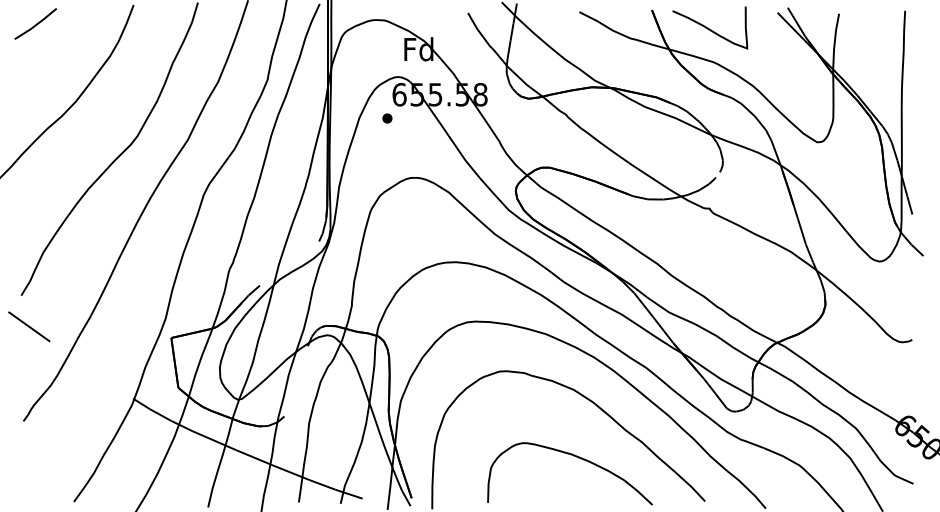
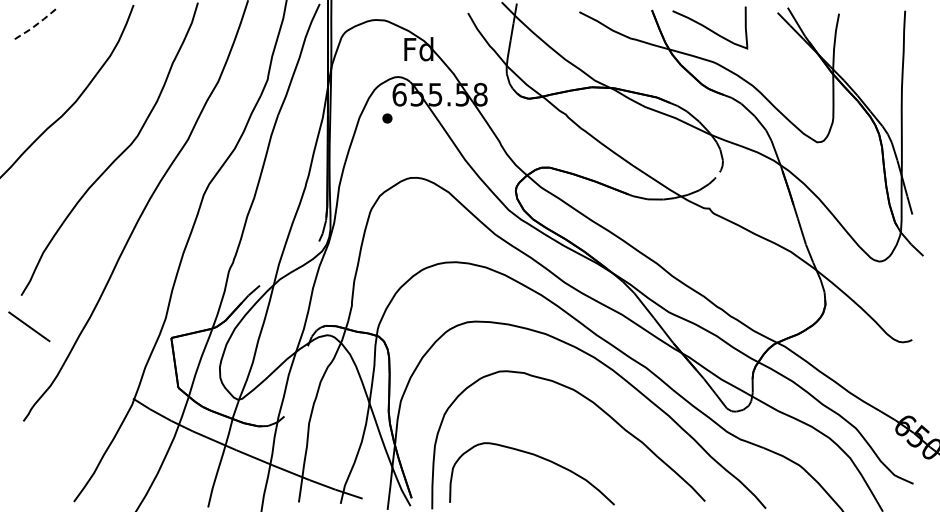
line at (36, 24): solid -> dashed
curve at (573, 456) position: (573, 456) -> (535, 456)
